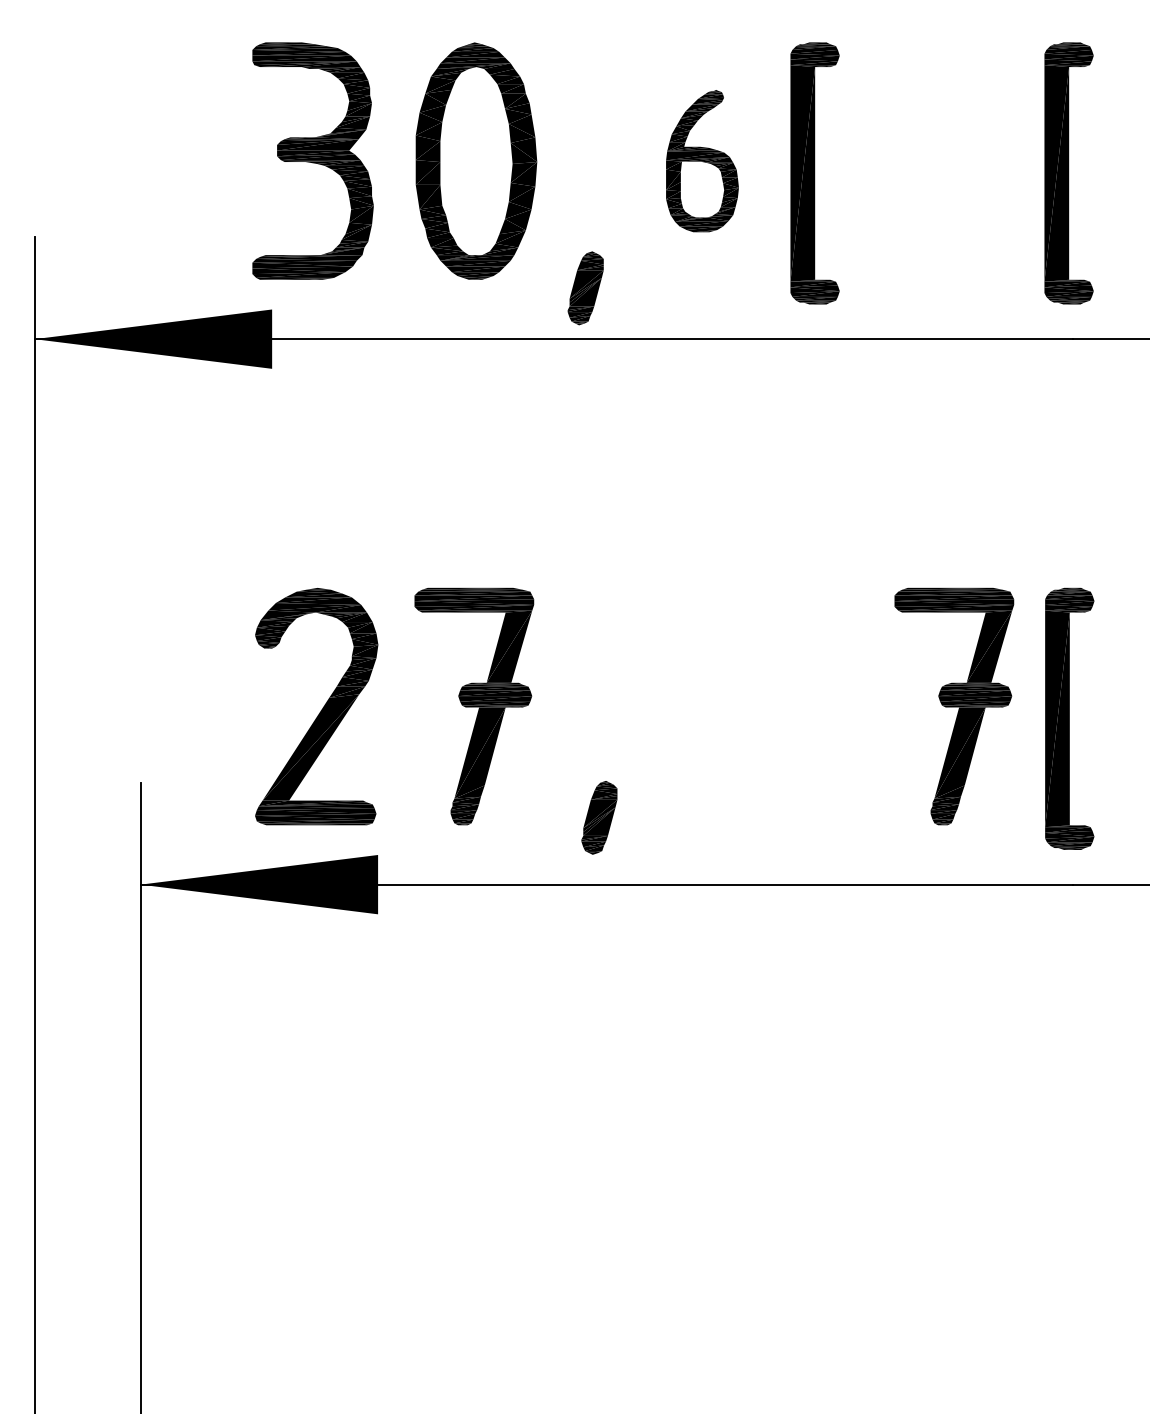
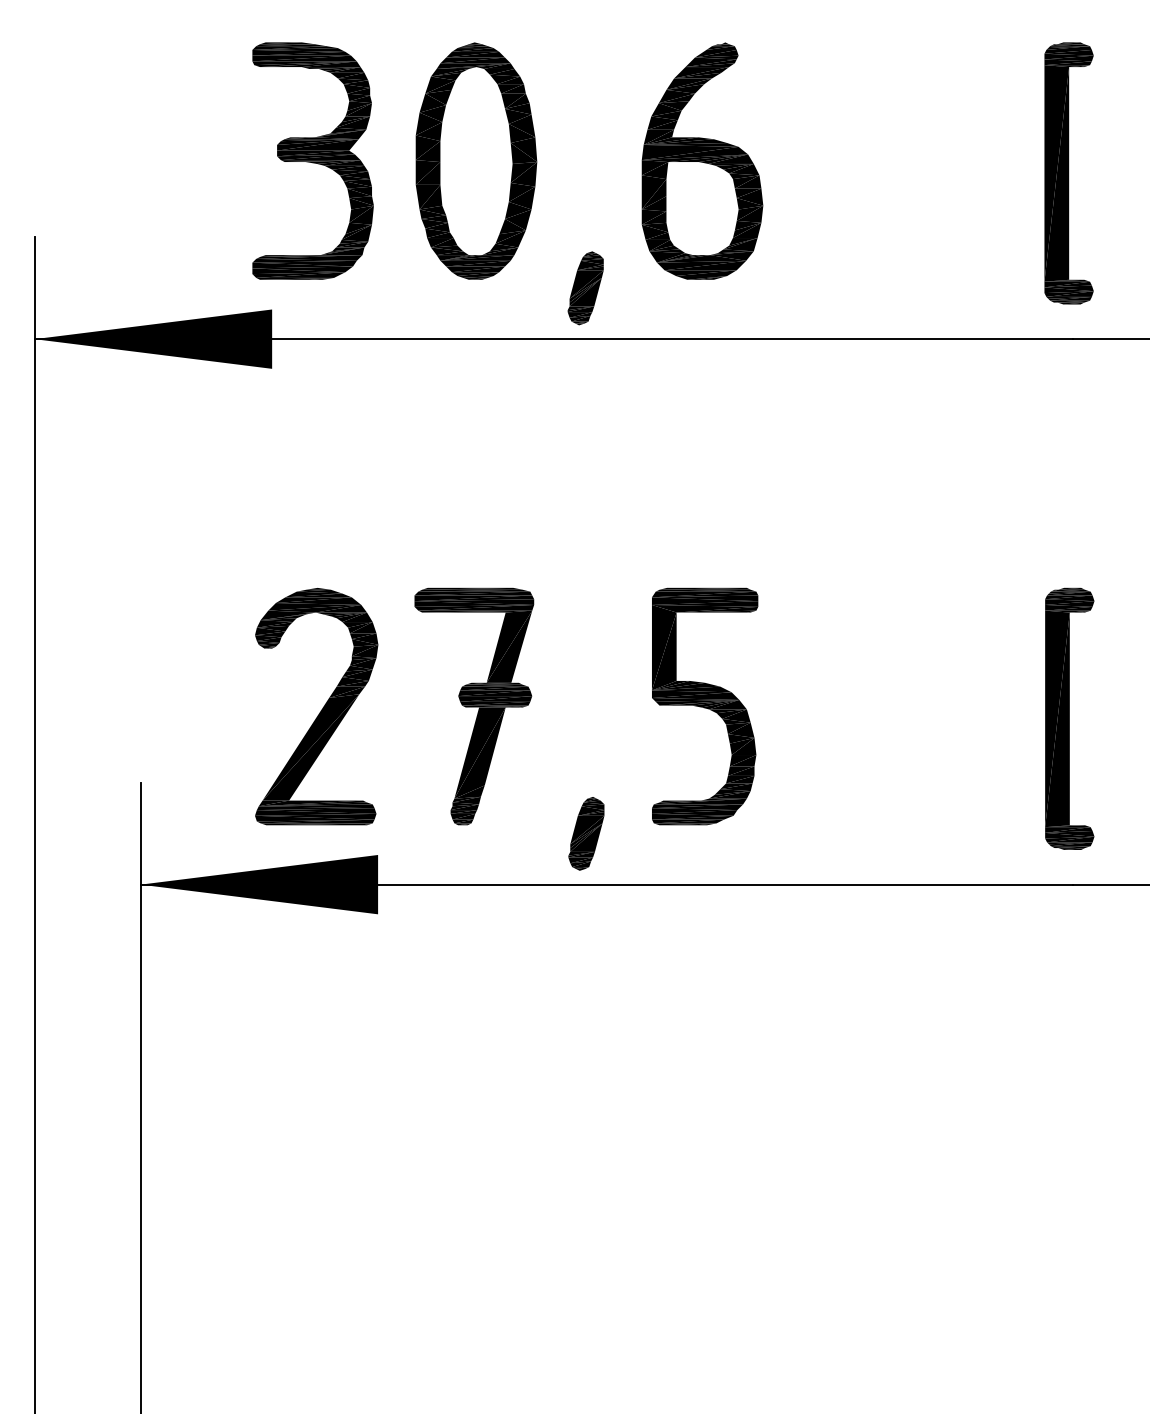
part at (702, 161) size: 73x143 px -> 123x238 px
part at (814, 173): present -> none
part at (705, 706): none -> present
part at (954, 706): present -> none
part at (599, 817) position: (599, 817) -> (586, 833)
